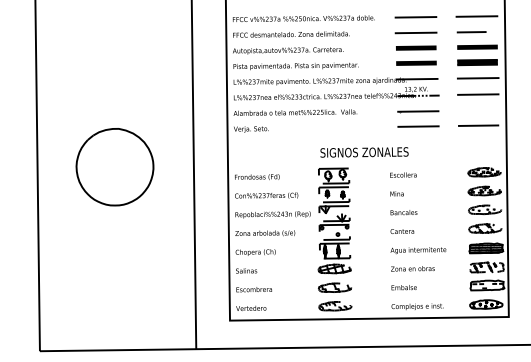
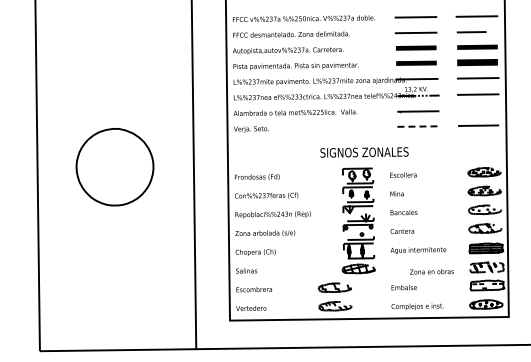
line at (419, 126): solid -> dashed
part at (334, 220) position: (334, 220) -> (358, 220)
text at (412, 268) position: (412, 268) -> (431, 271)
